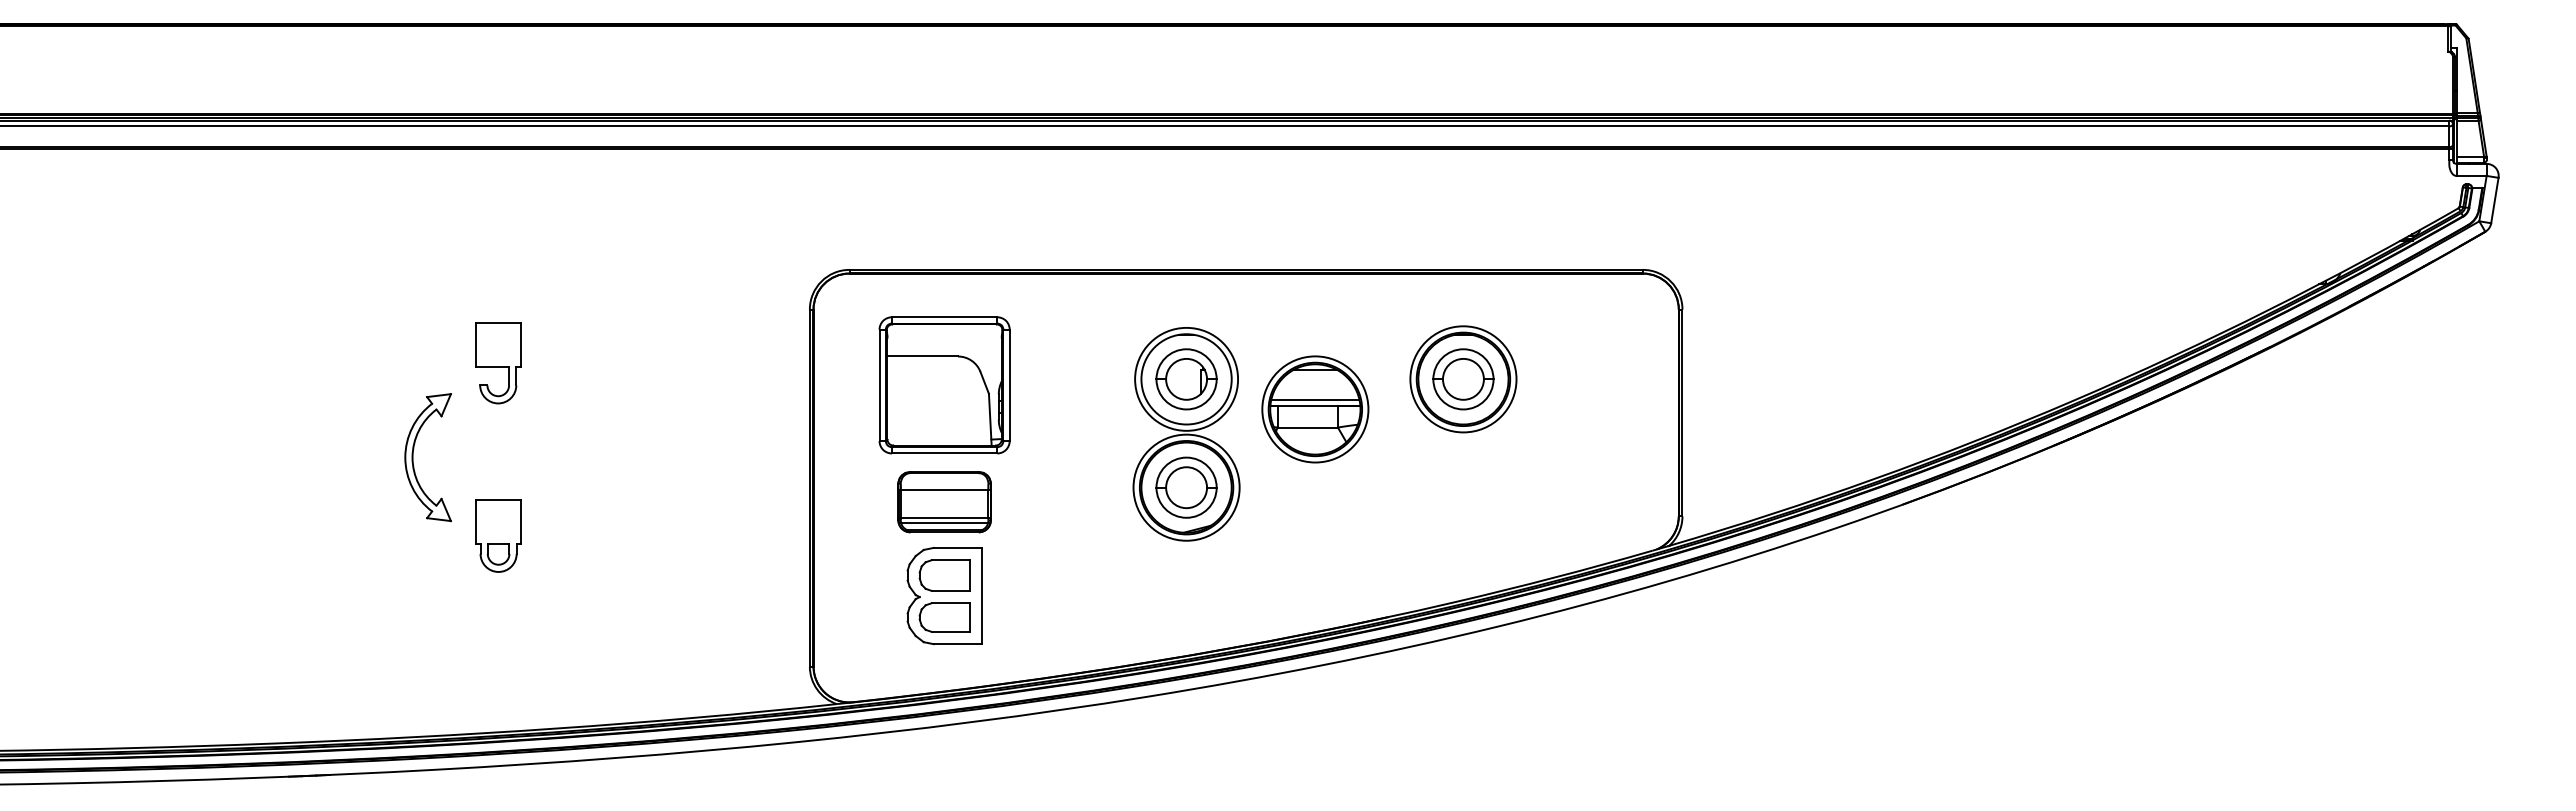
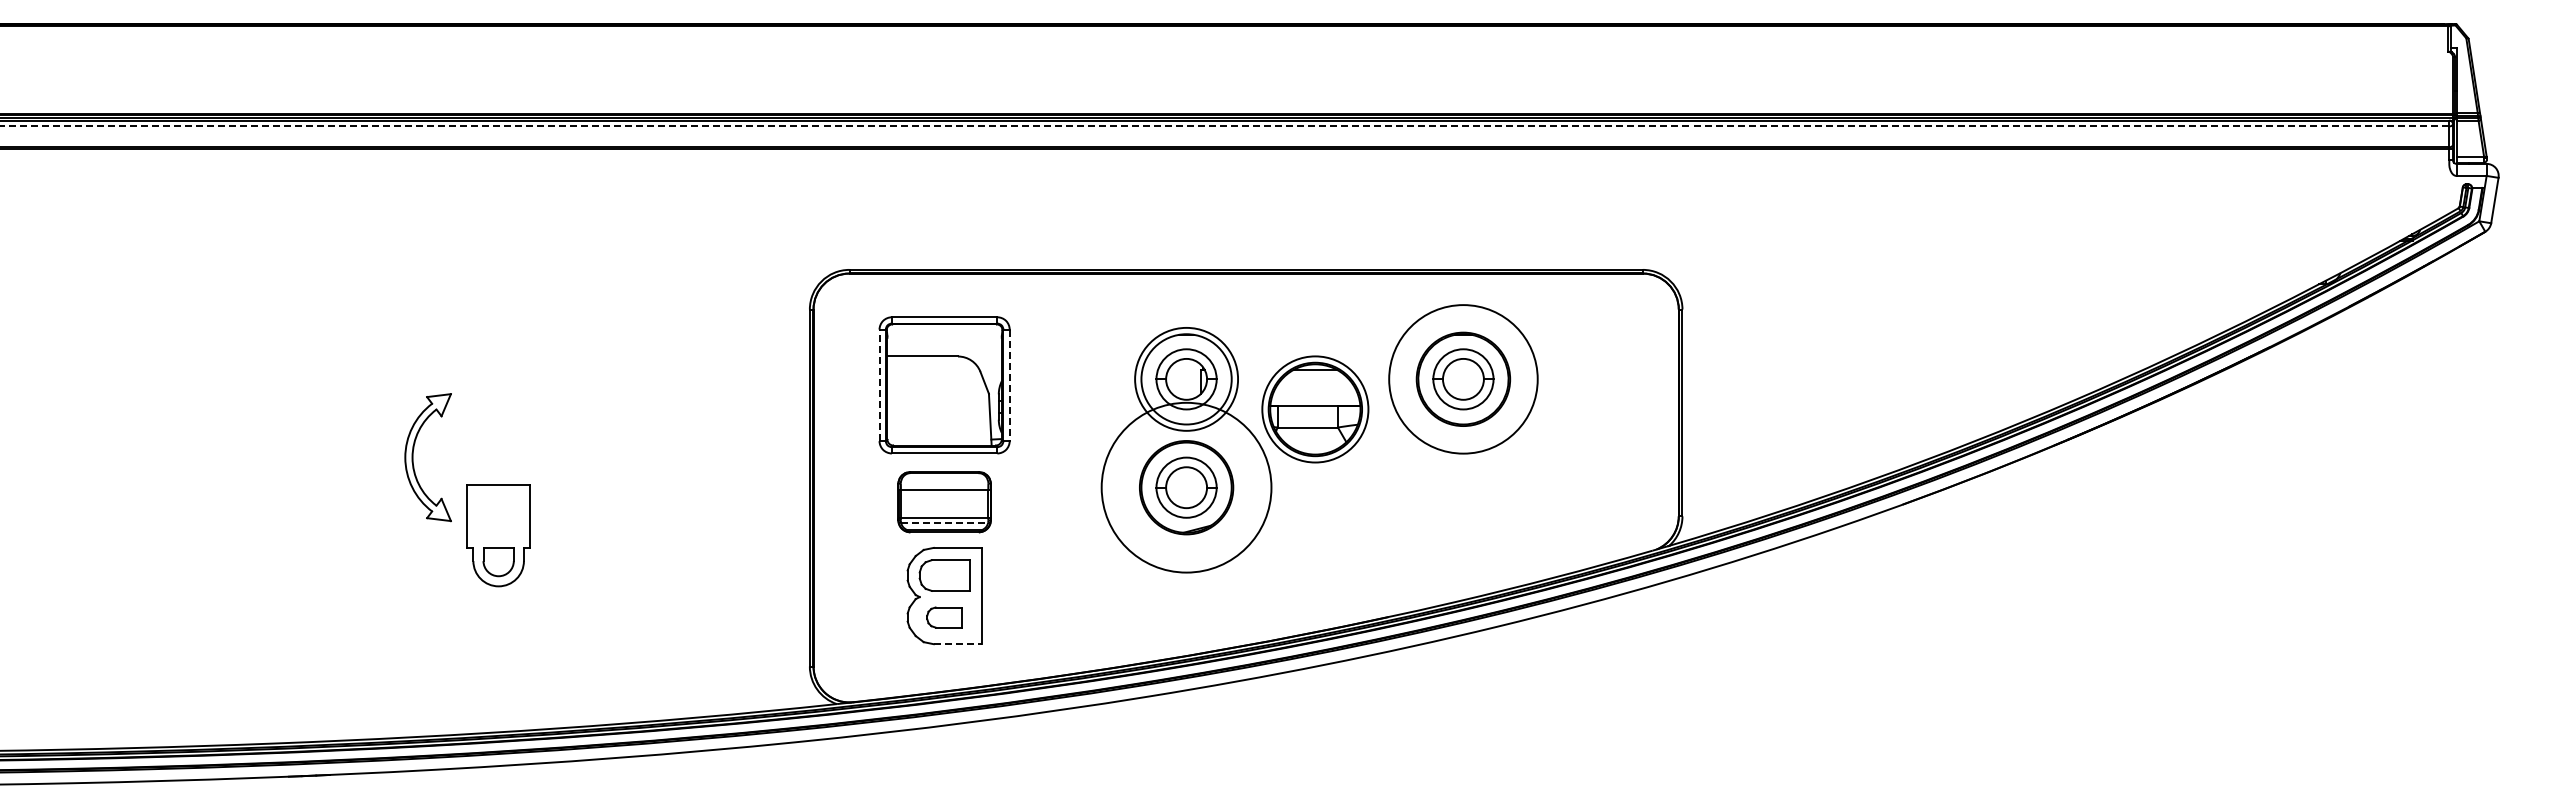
line at (1224, 126): solid -> dashed
part at (498, 363): present -> none
circle at (1463, 379) diameter: 106 px -> 149 px
line at (879, 385): solid -> dashed
line at (1009, 385): solid -> dashed
line at (1315, 399): present -> none
circle at (1186, 487) diameter: 106 px -> 170 px
line at (944, 522): solid -> dashed
part at (498, 535) size: 47x74 px -> 65x104 px
part at (944, 617) size: 53x31 px -> 37x23 px
line at (958, 644): solid -> dashed
